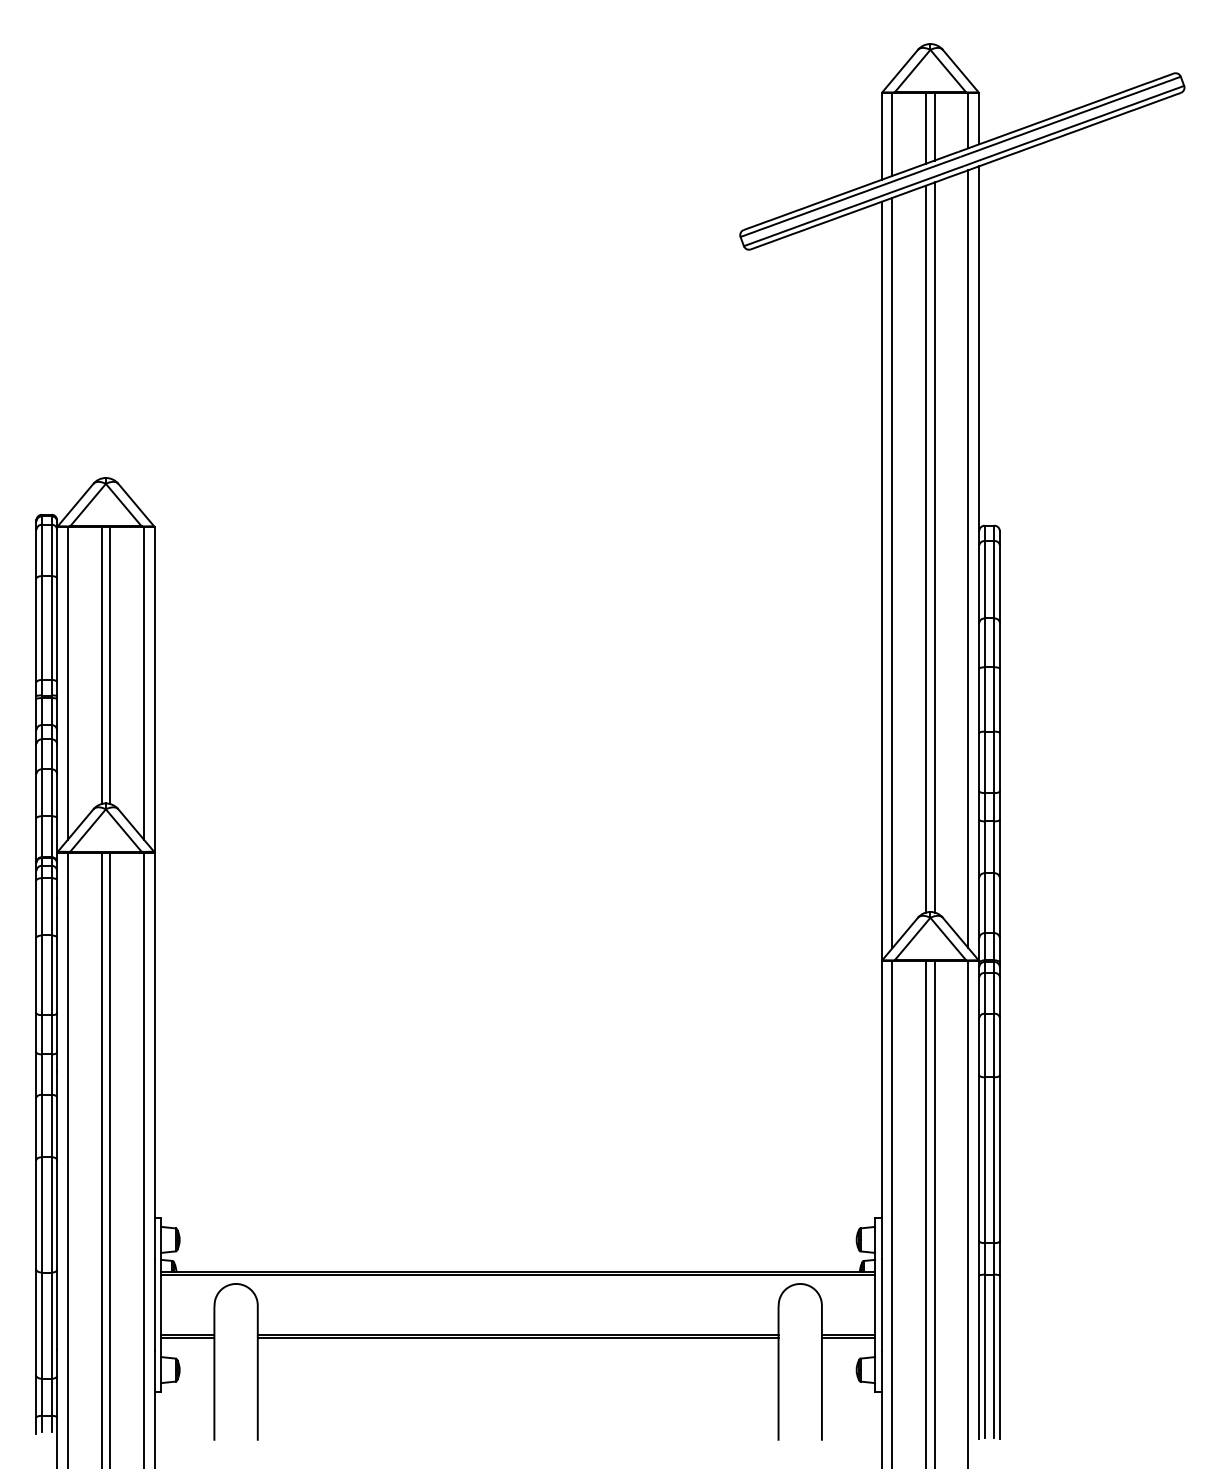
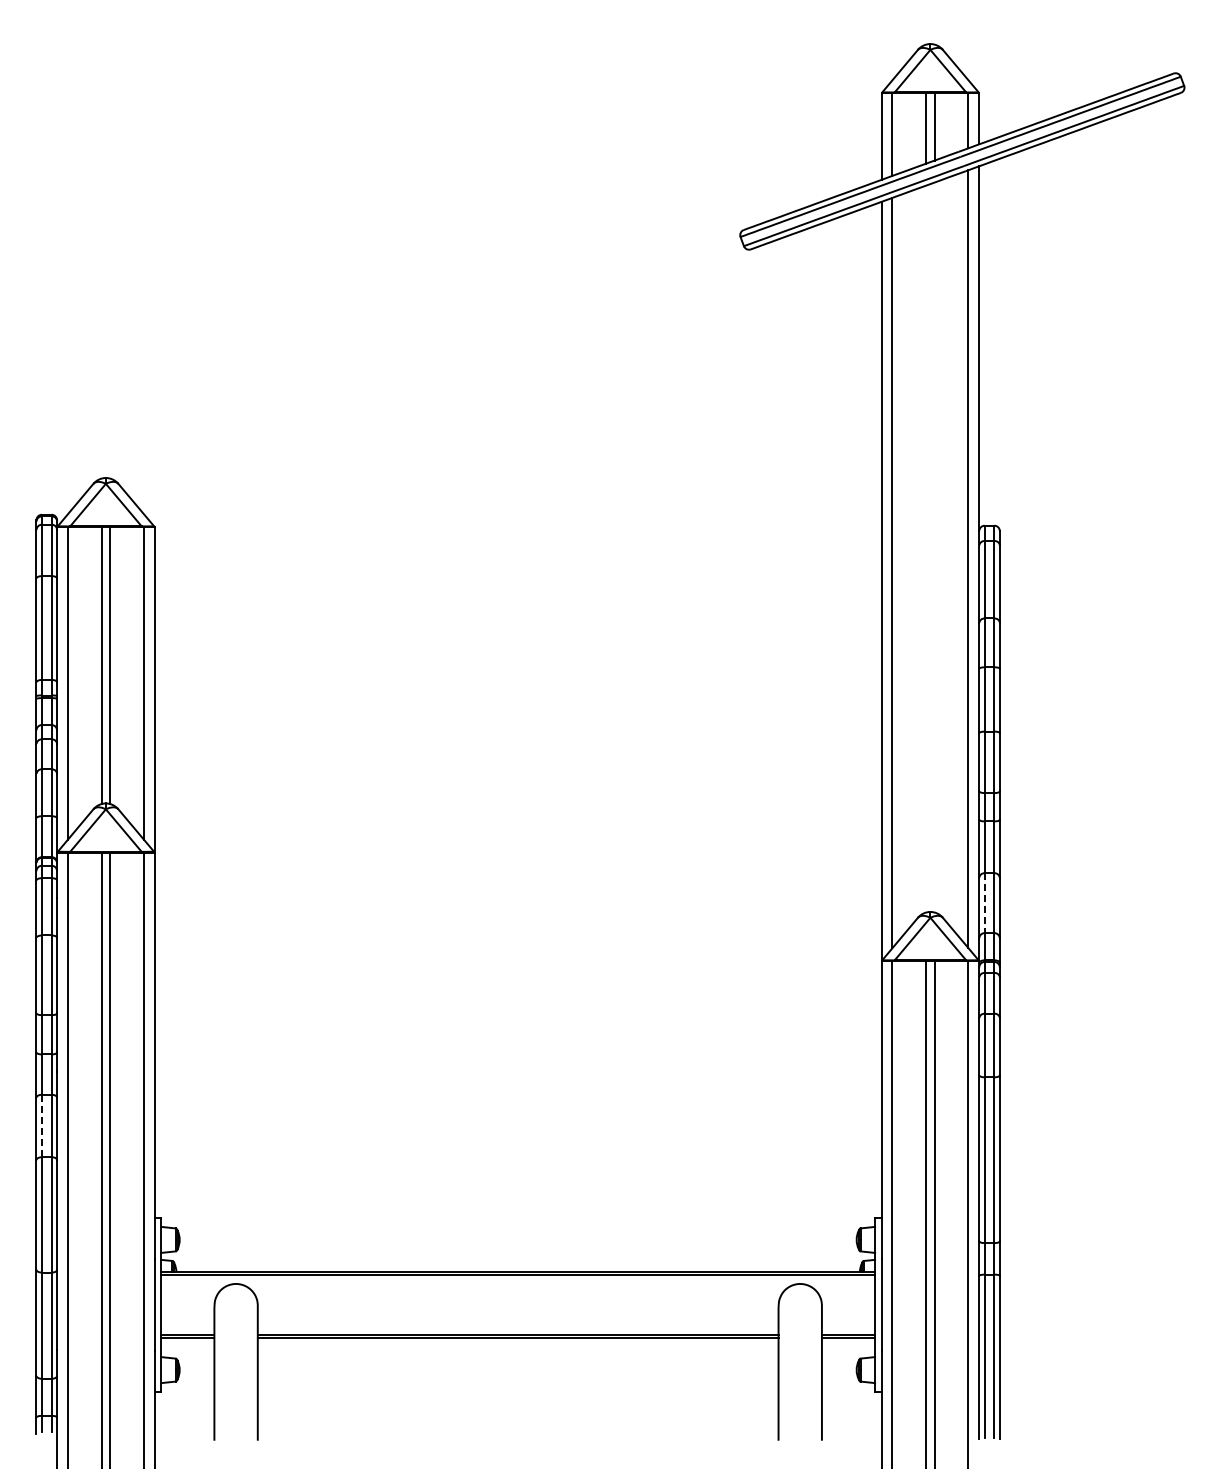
line at (934, 547): present -> none
line at (926, 548): present -> none
line at (984, 903): solid -> dashed
line at (41, 1126): solid -> dashed
